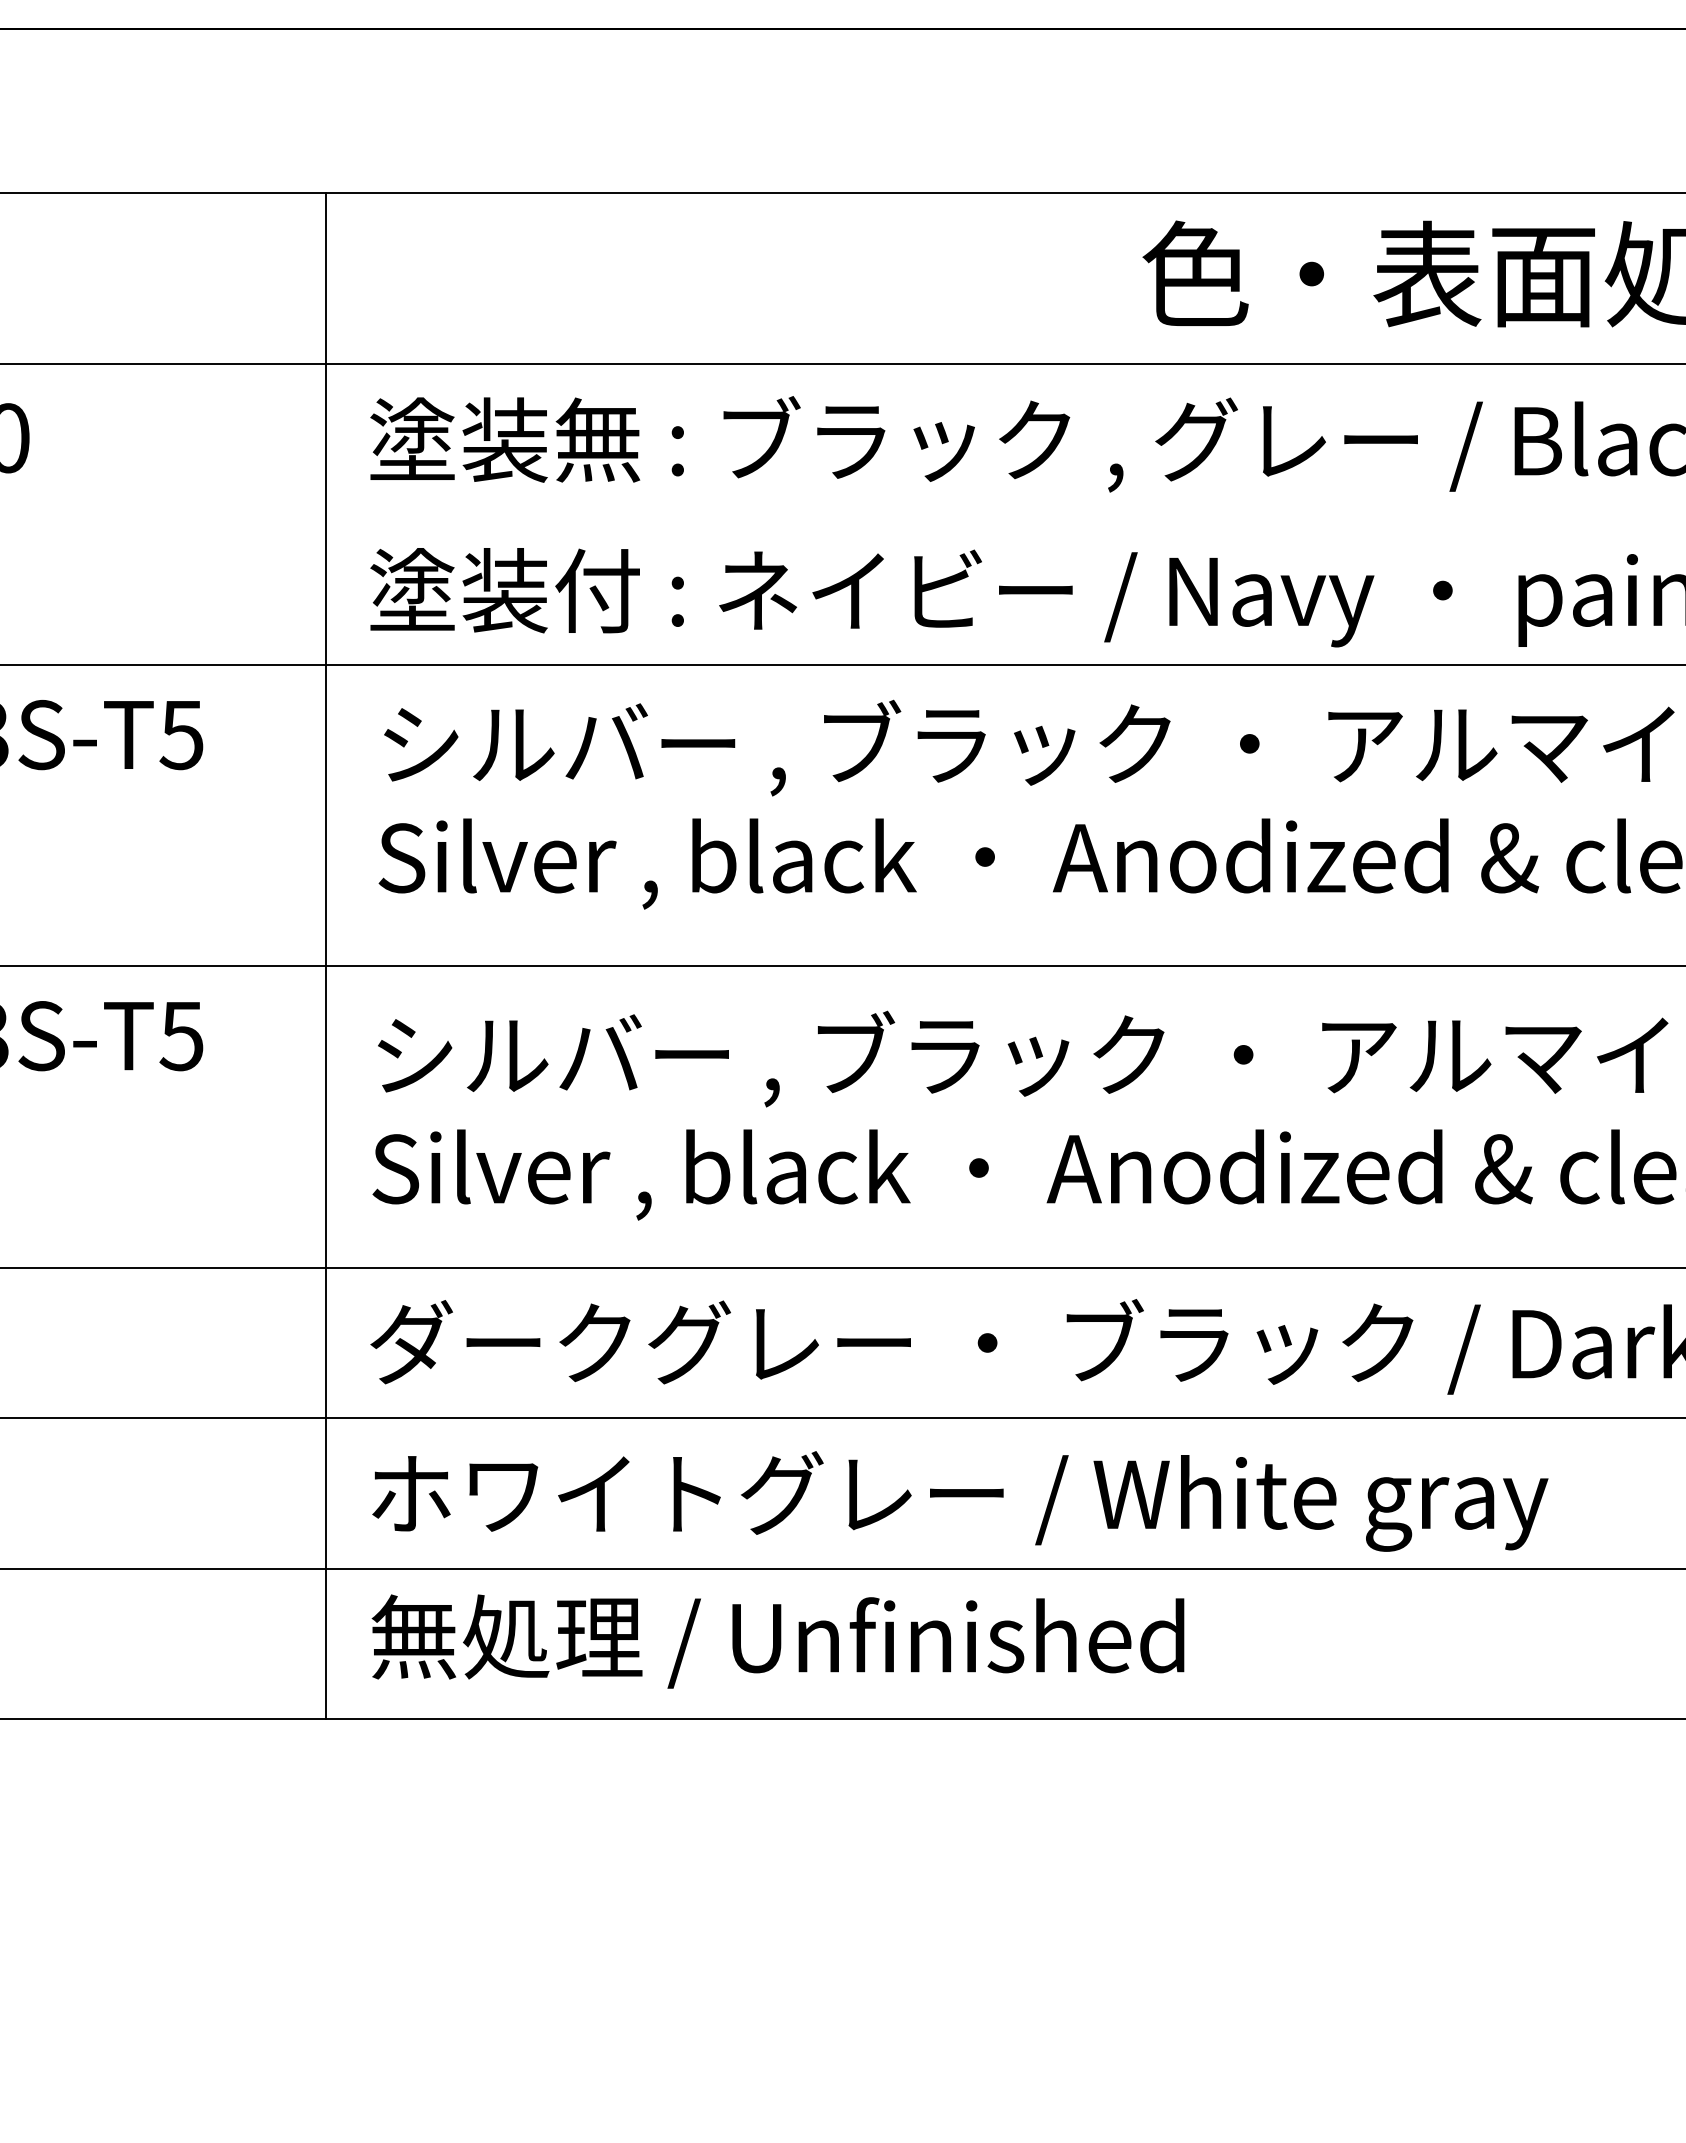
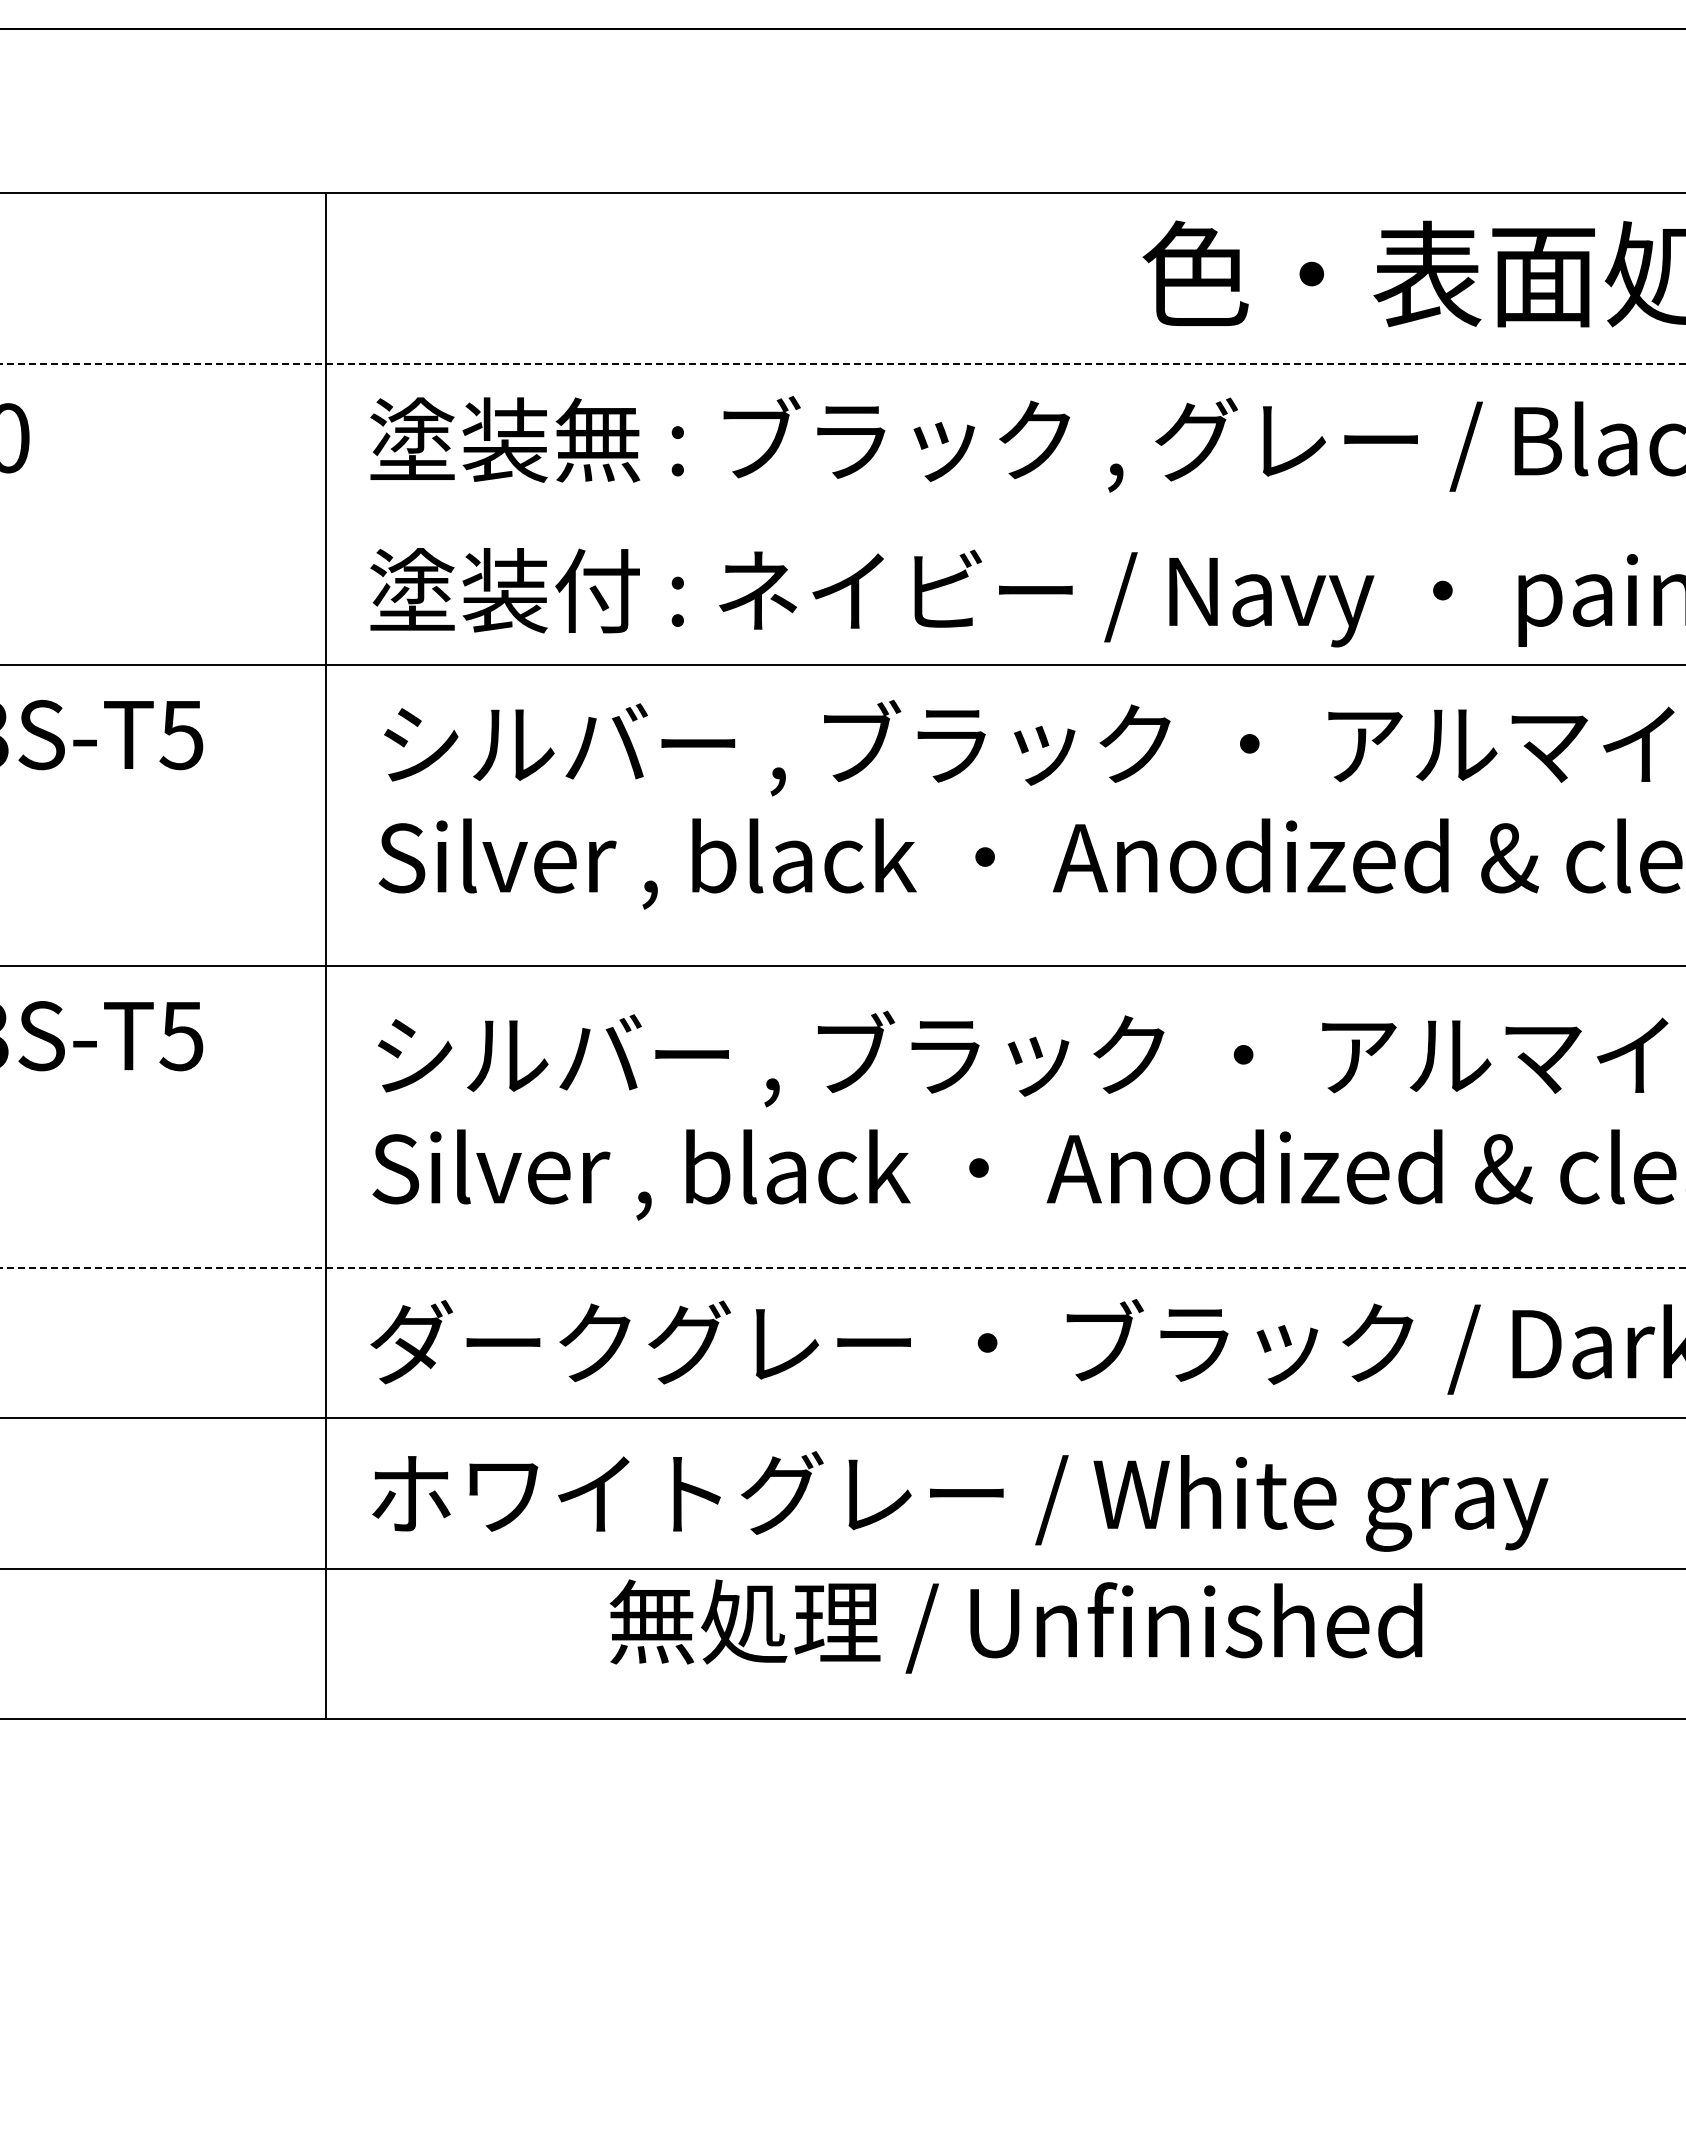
line at (842, 364): solid -> dashed
line at (842, 1267): solid -> dashed
text at (777, 1641) position: (777, 1641) -> (1015, 1626)
